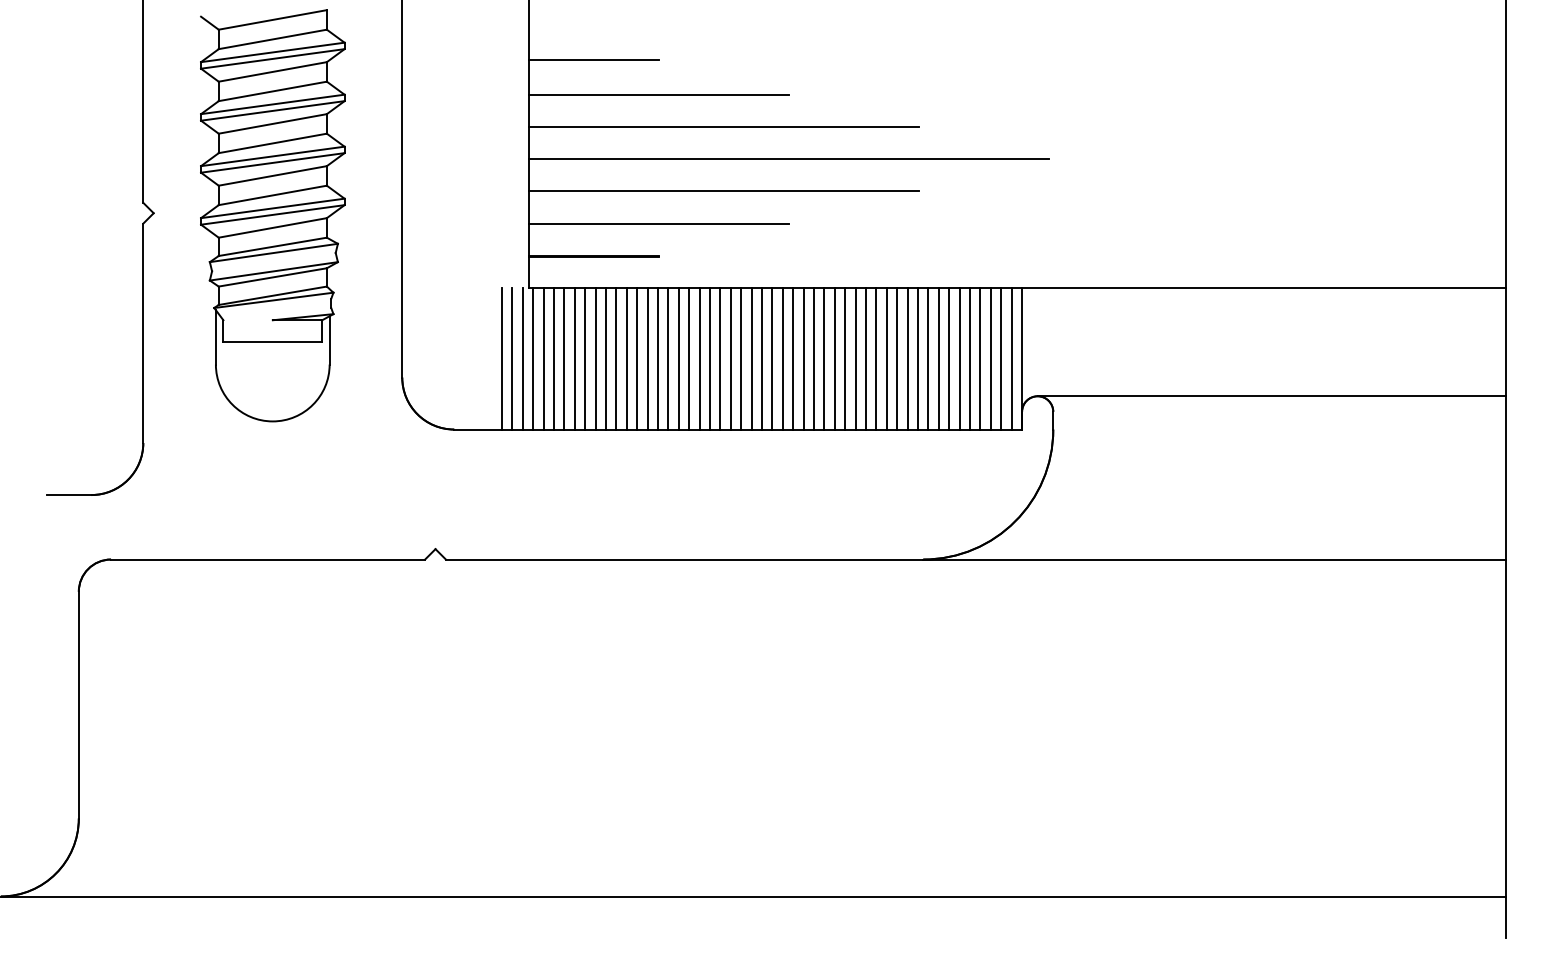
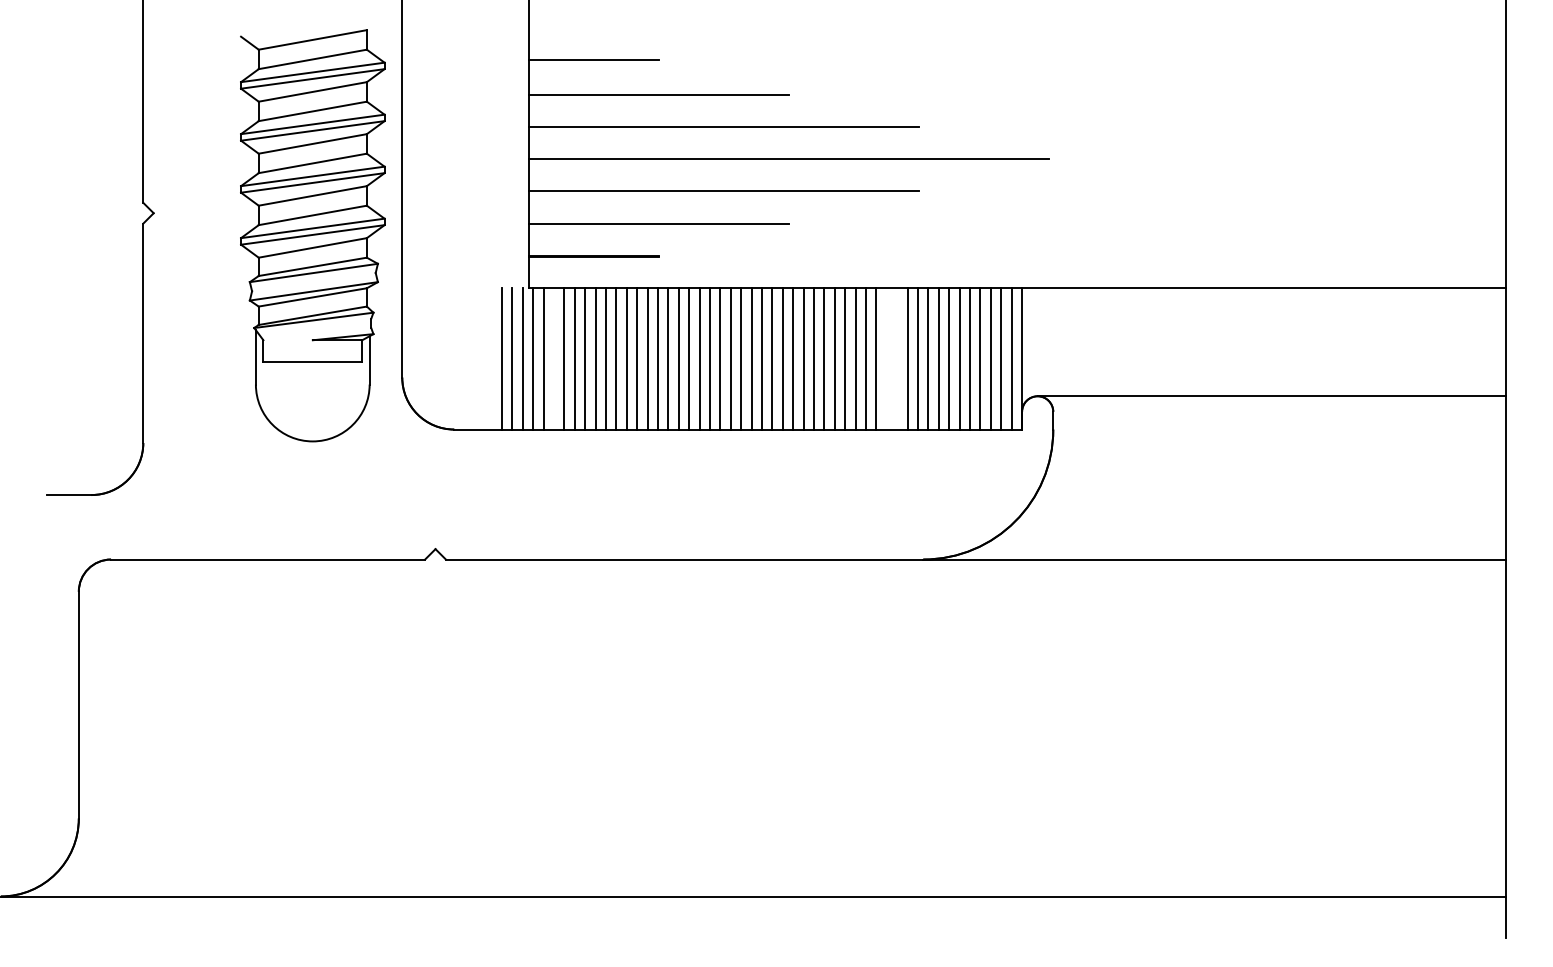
part at (272, 215) position: (272, 215) -> (312, 235)
line at (554, 358): present -> none
line at (886, 358): present -> none
line at (897, 358): present -> none
